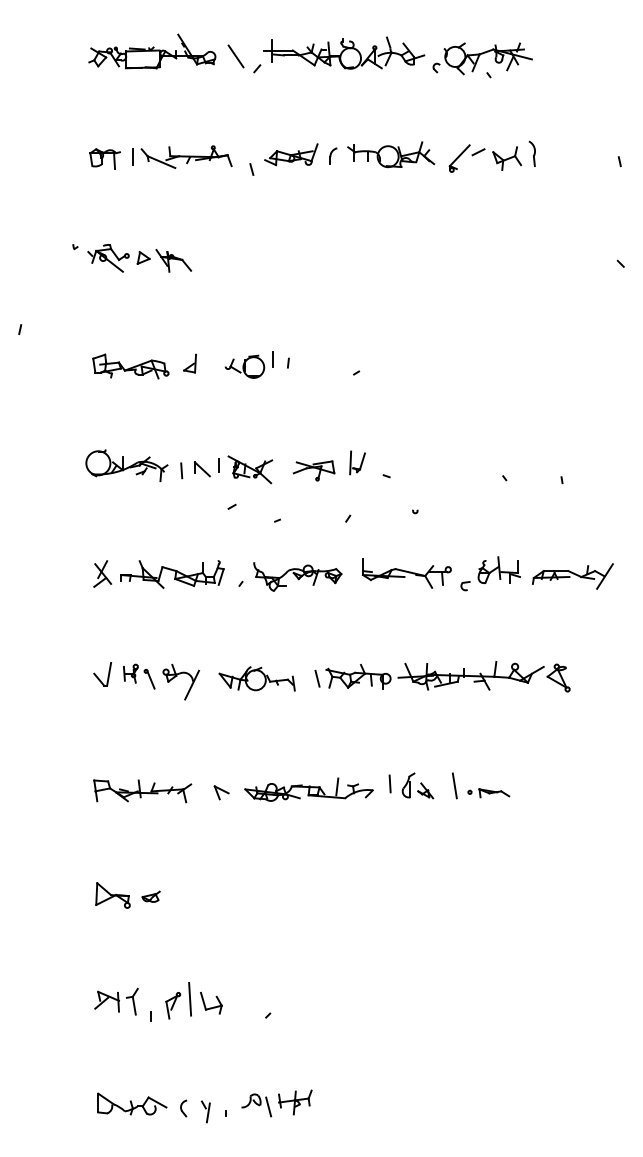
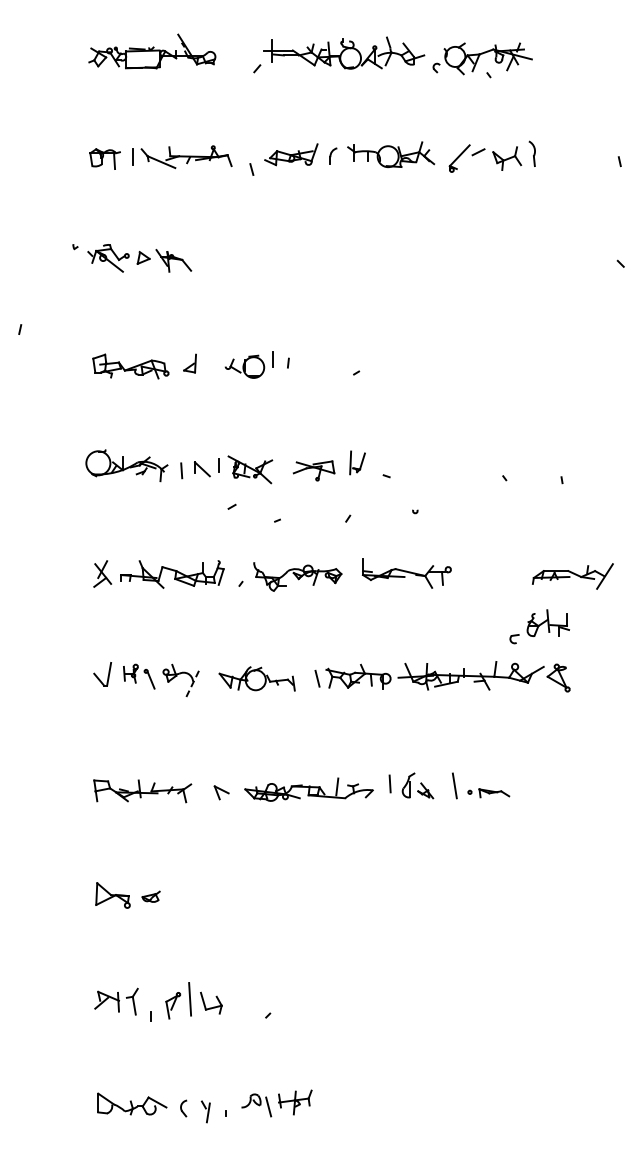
line at (235, 56): present -> none
part at (490, 573) position: (490, 573) -> (539, 626)
line at (192, 685): solid -> dashed
